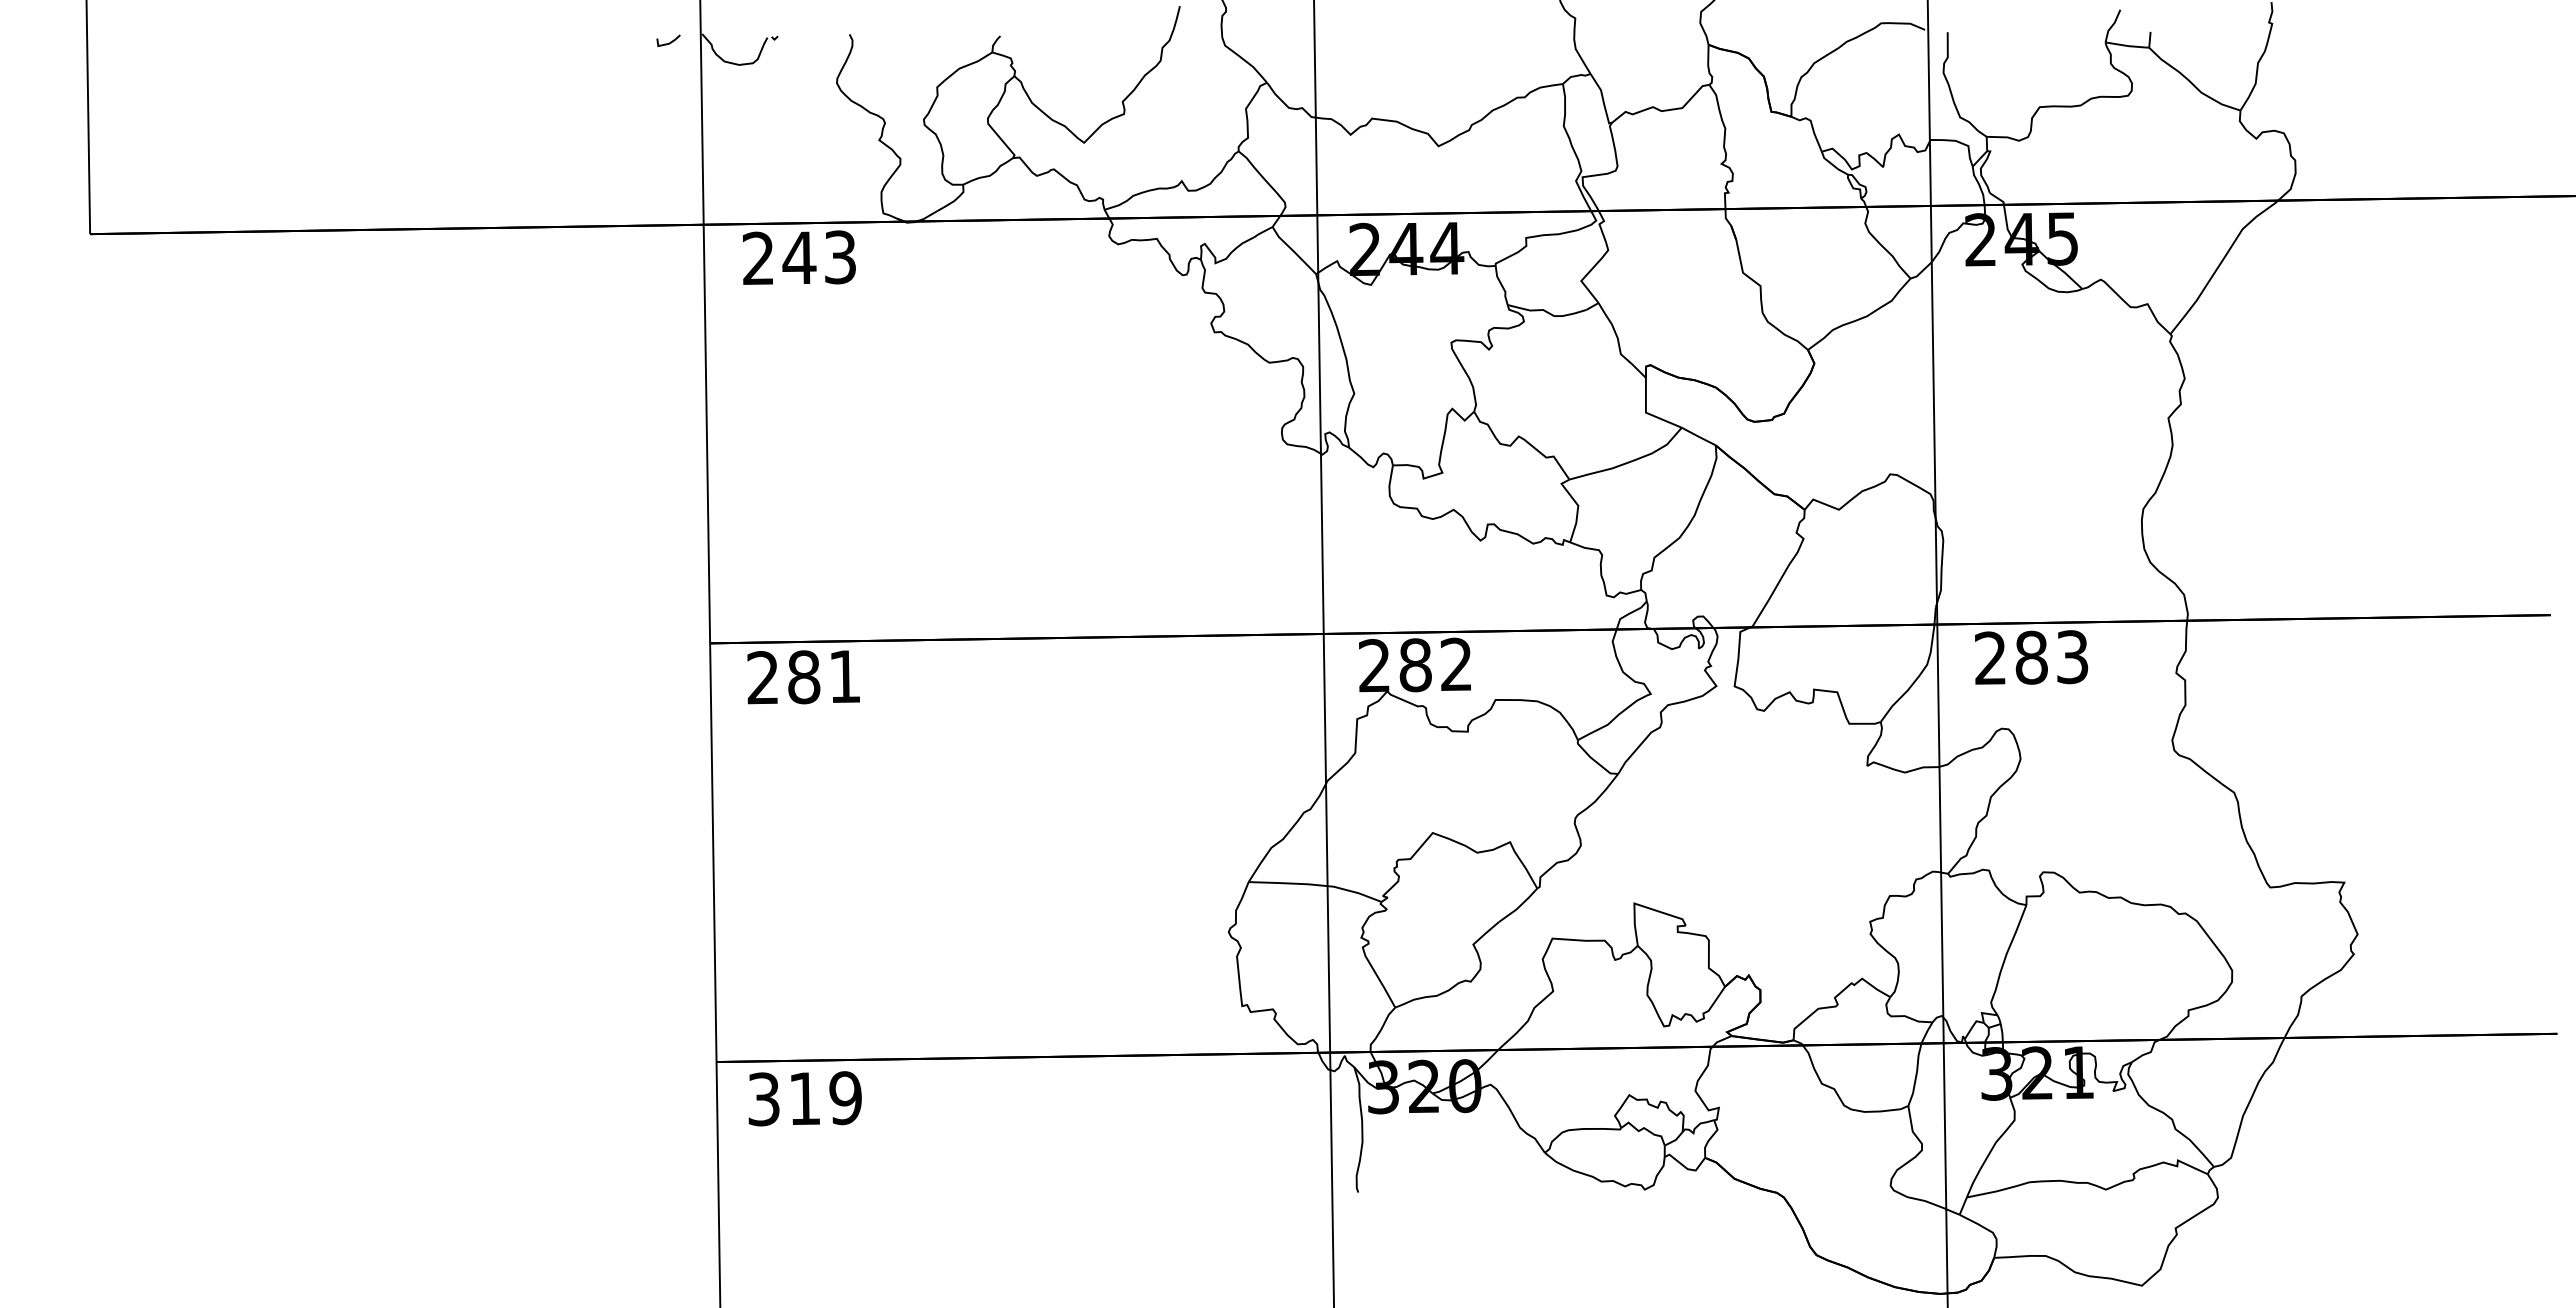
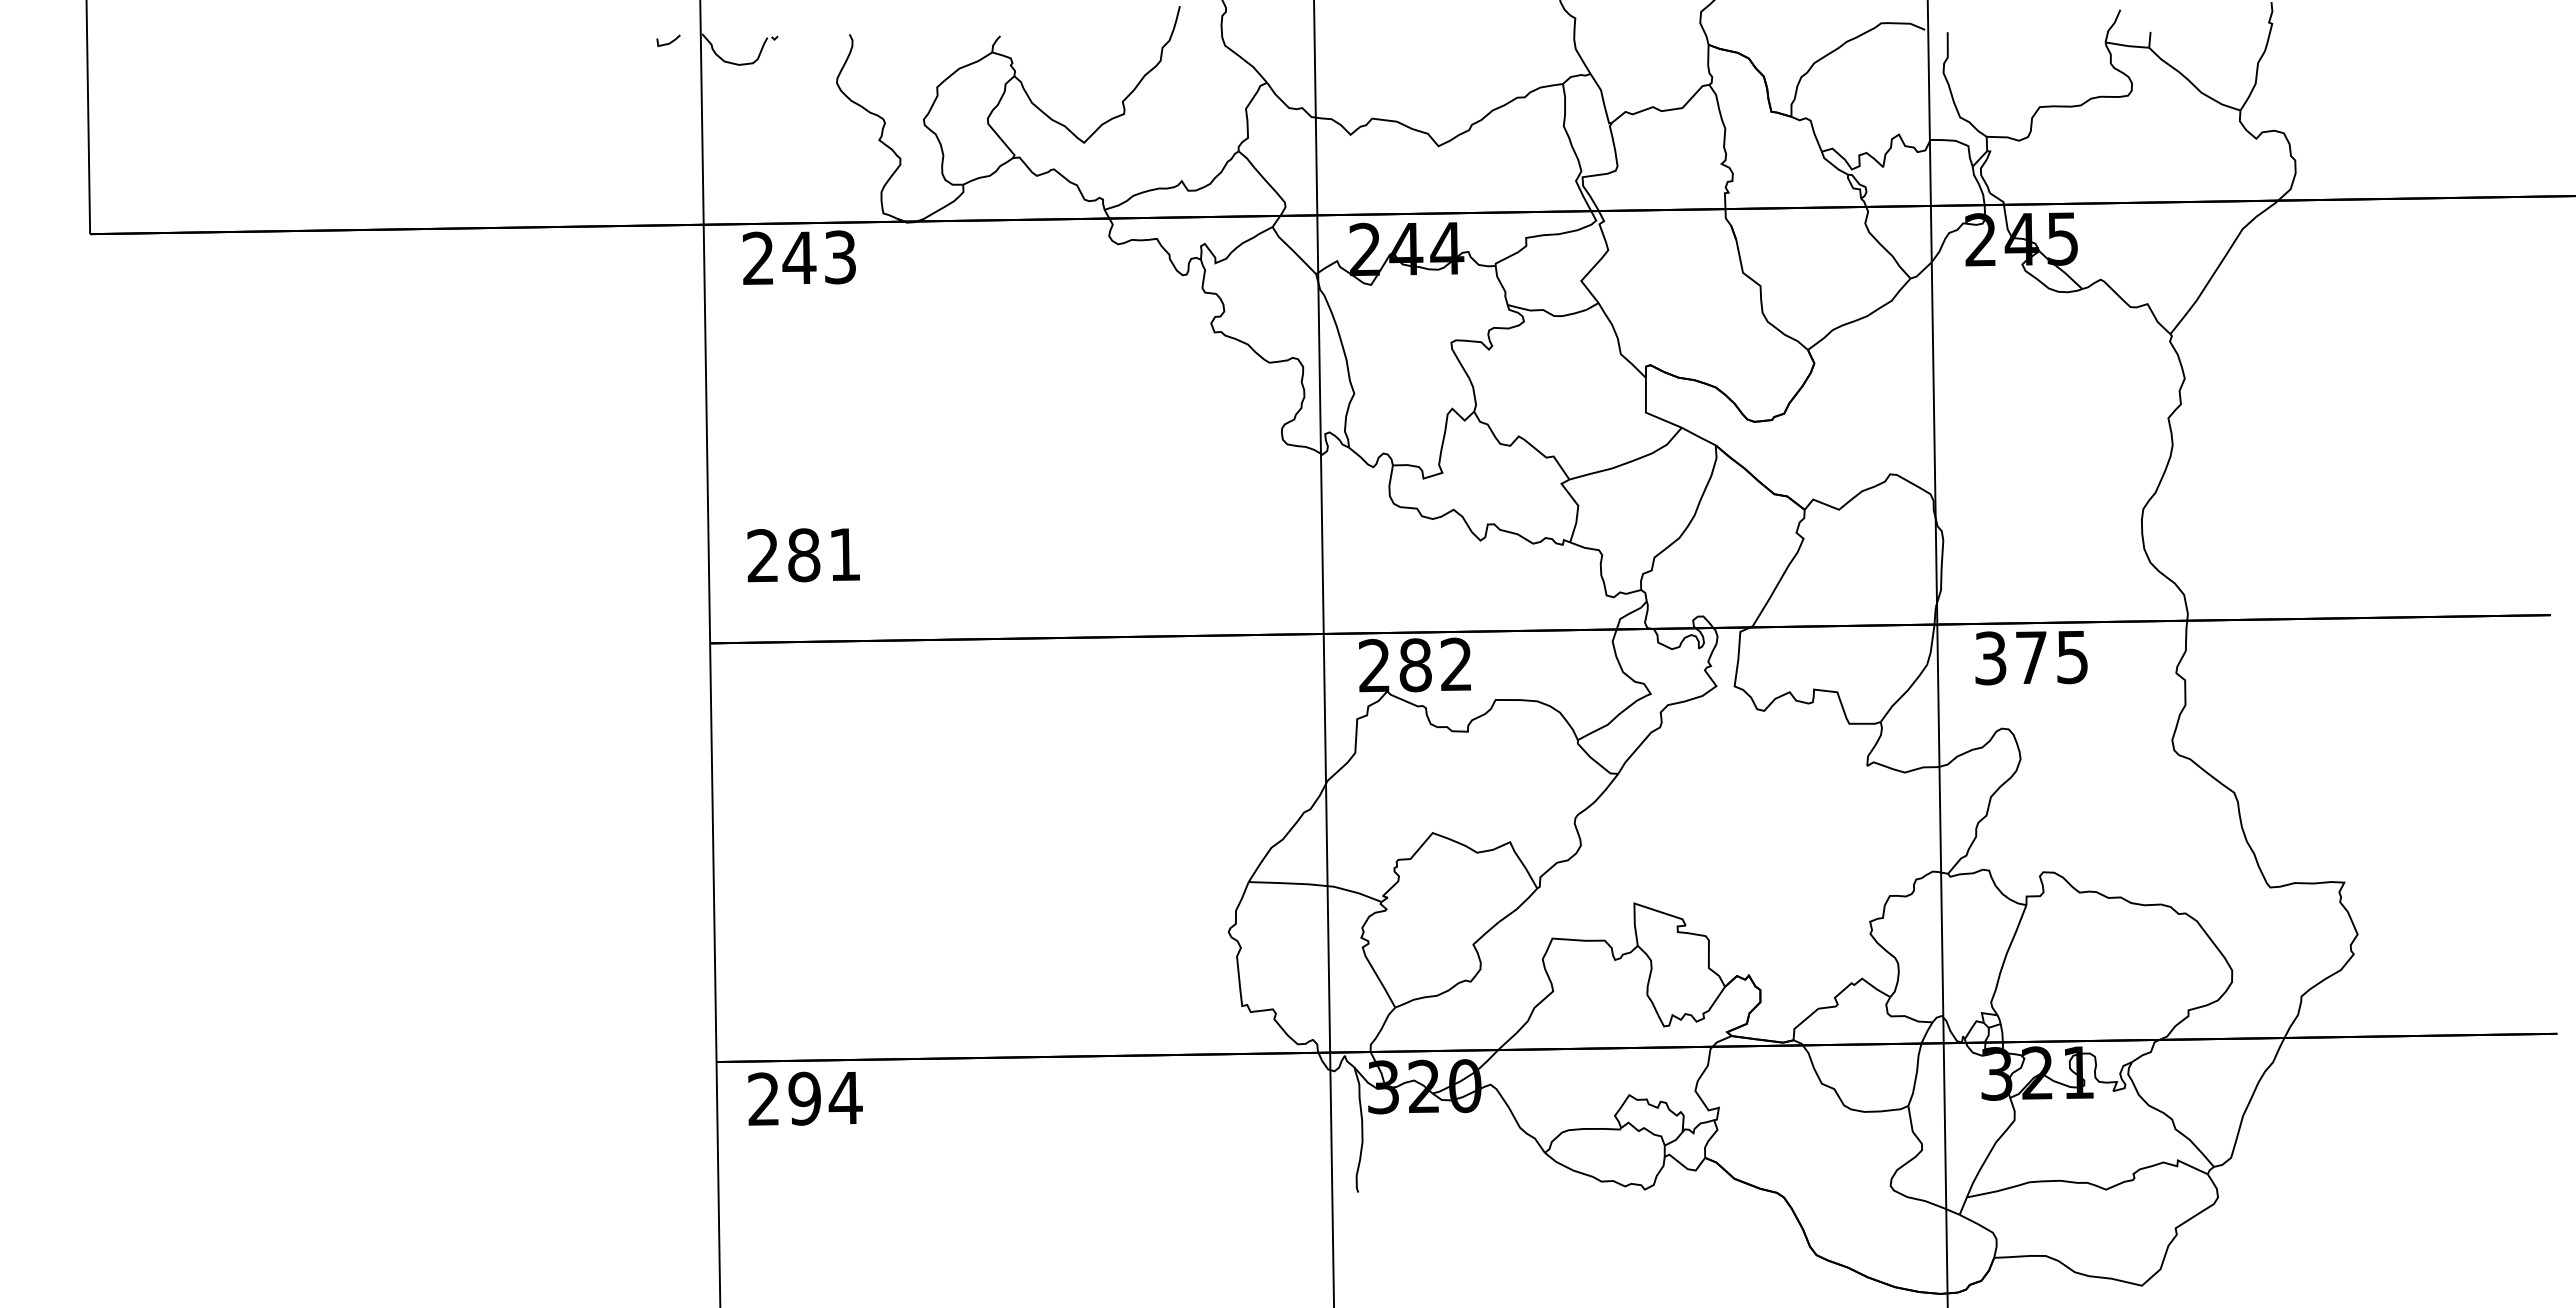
text at (2031, 657): 283 -> 375
text at (803, 677) position: (803, 677) -> (803, 555)
text at (805, 1098): 319 -> 294
